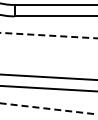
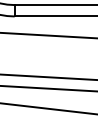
line at (48, 35): dashed -> solid
line at (48, 108): dashed -> solid
